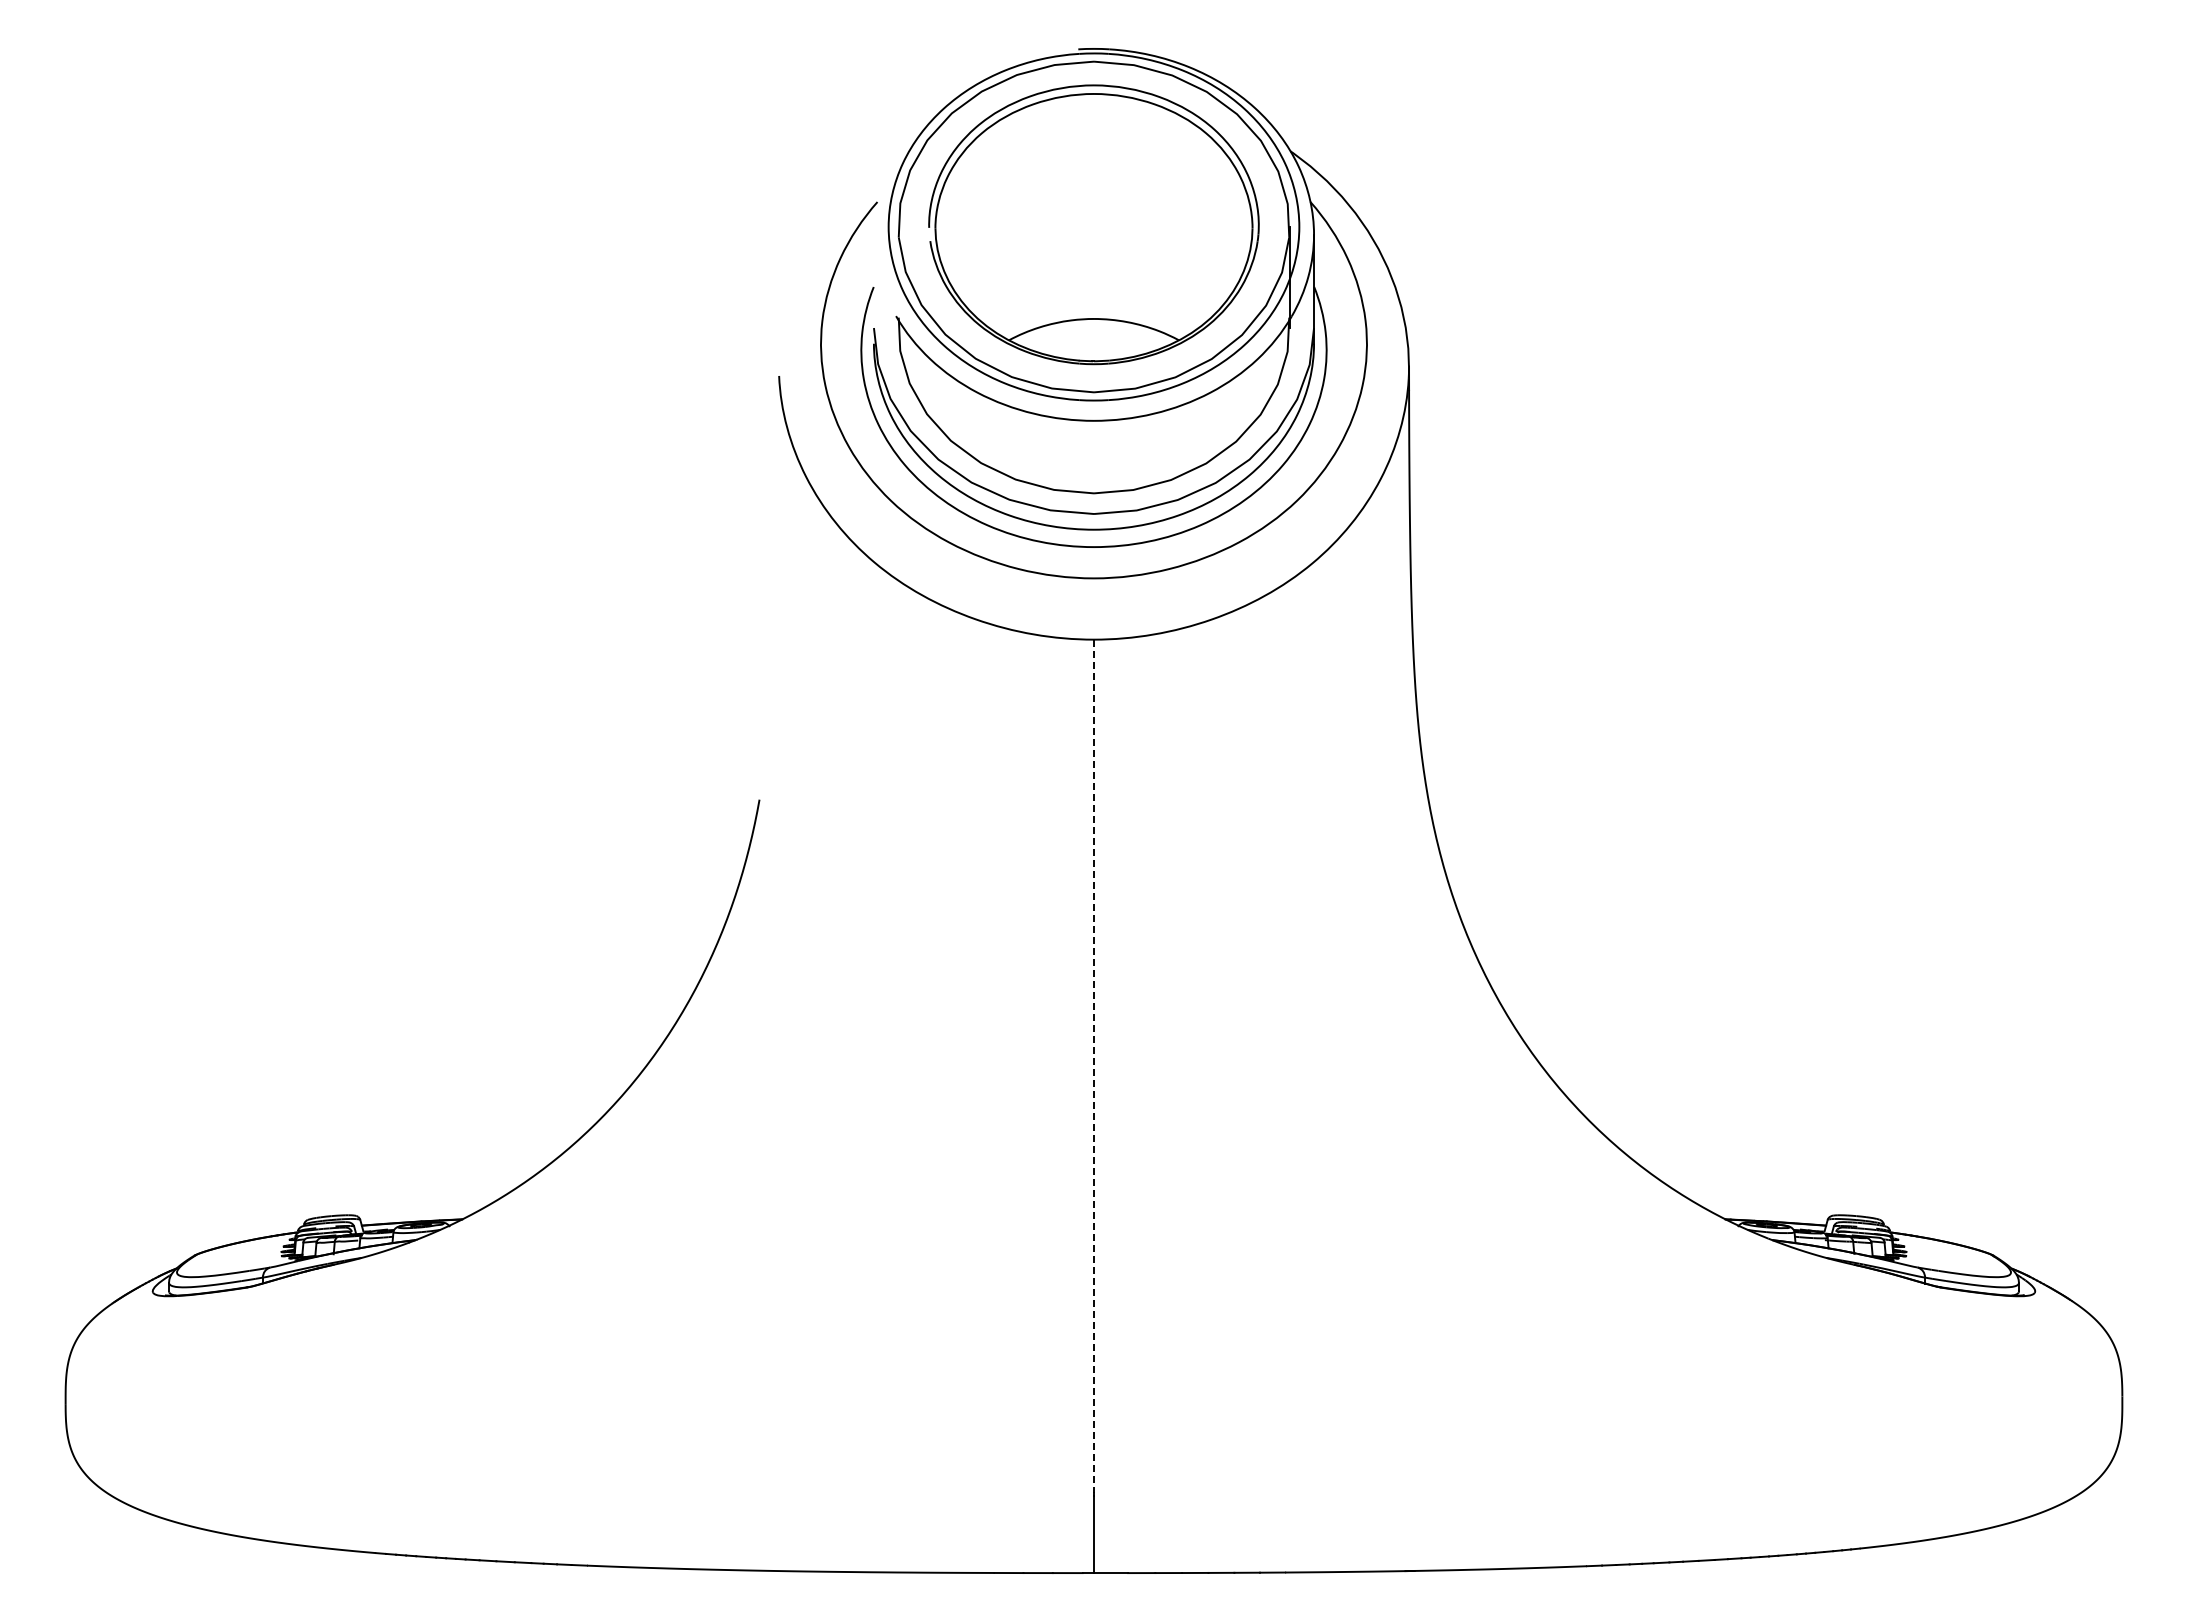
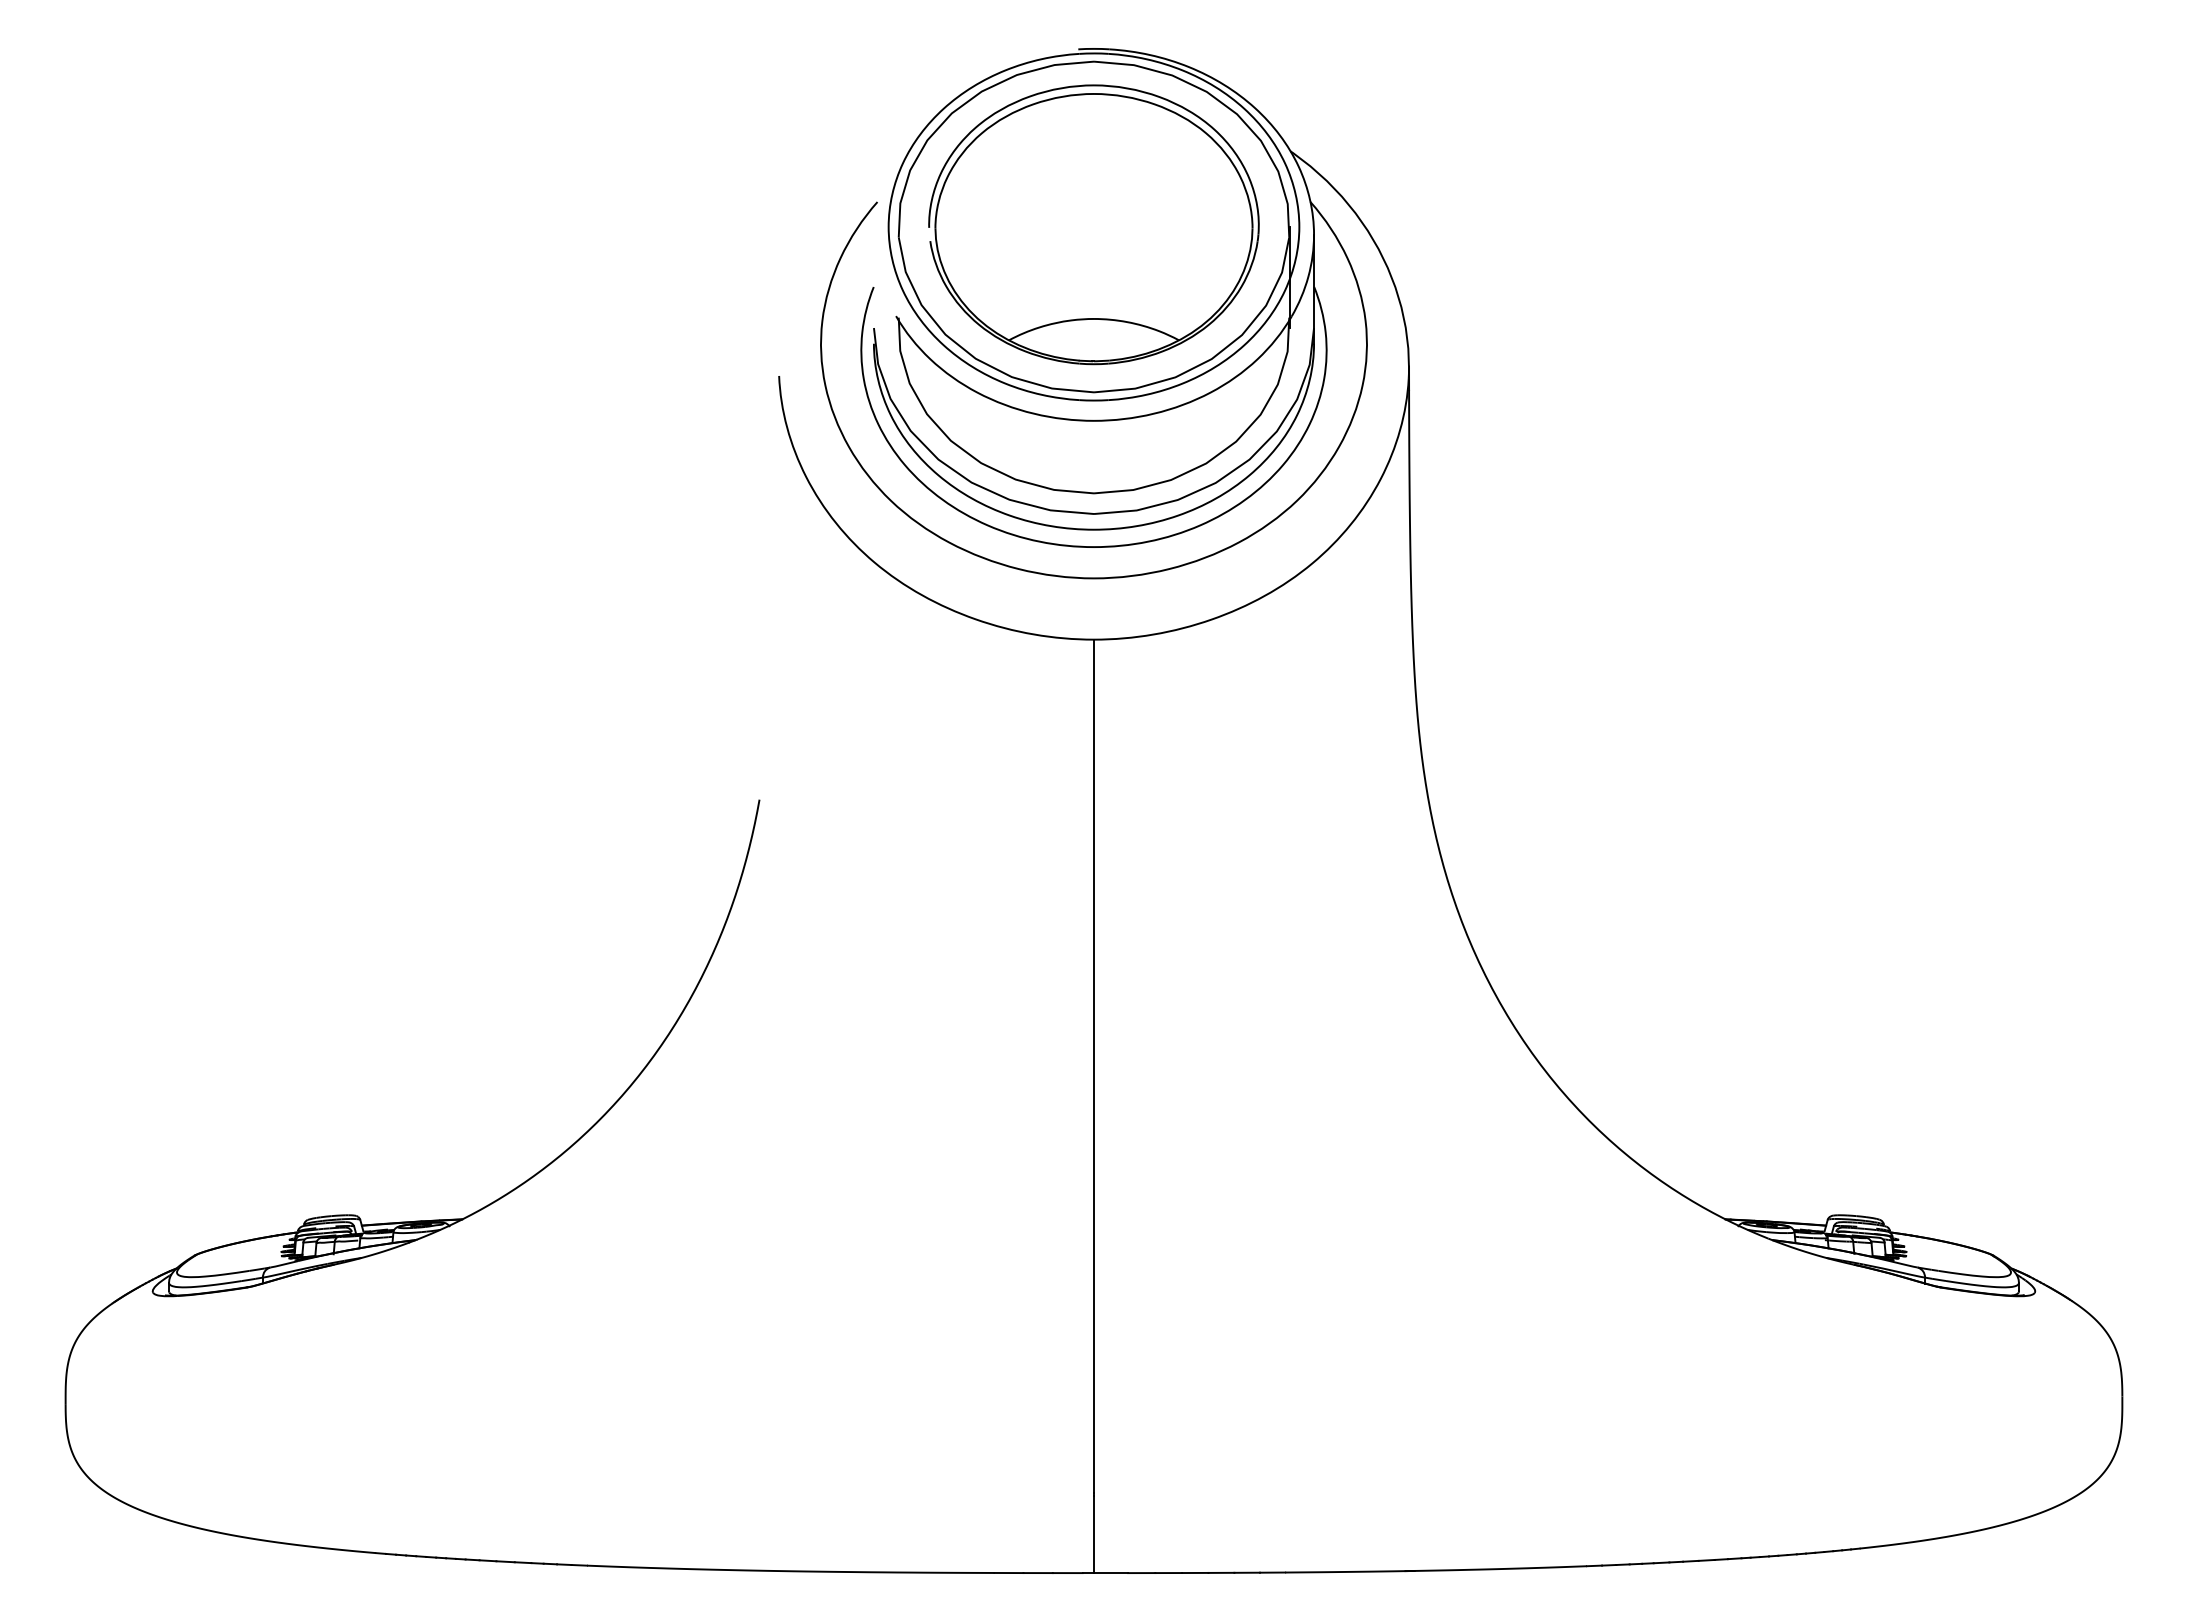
line at (1094, 1066): dashed -> solid
